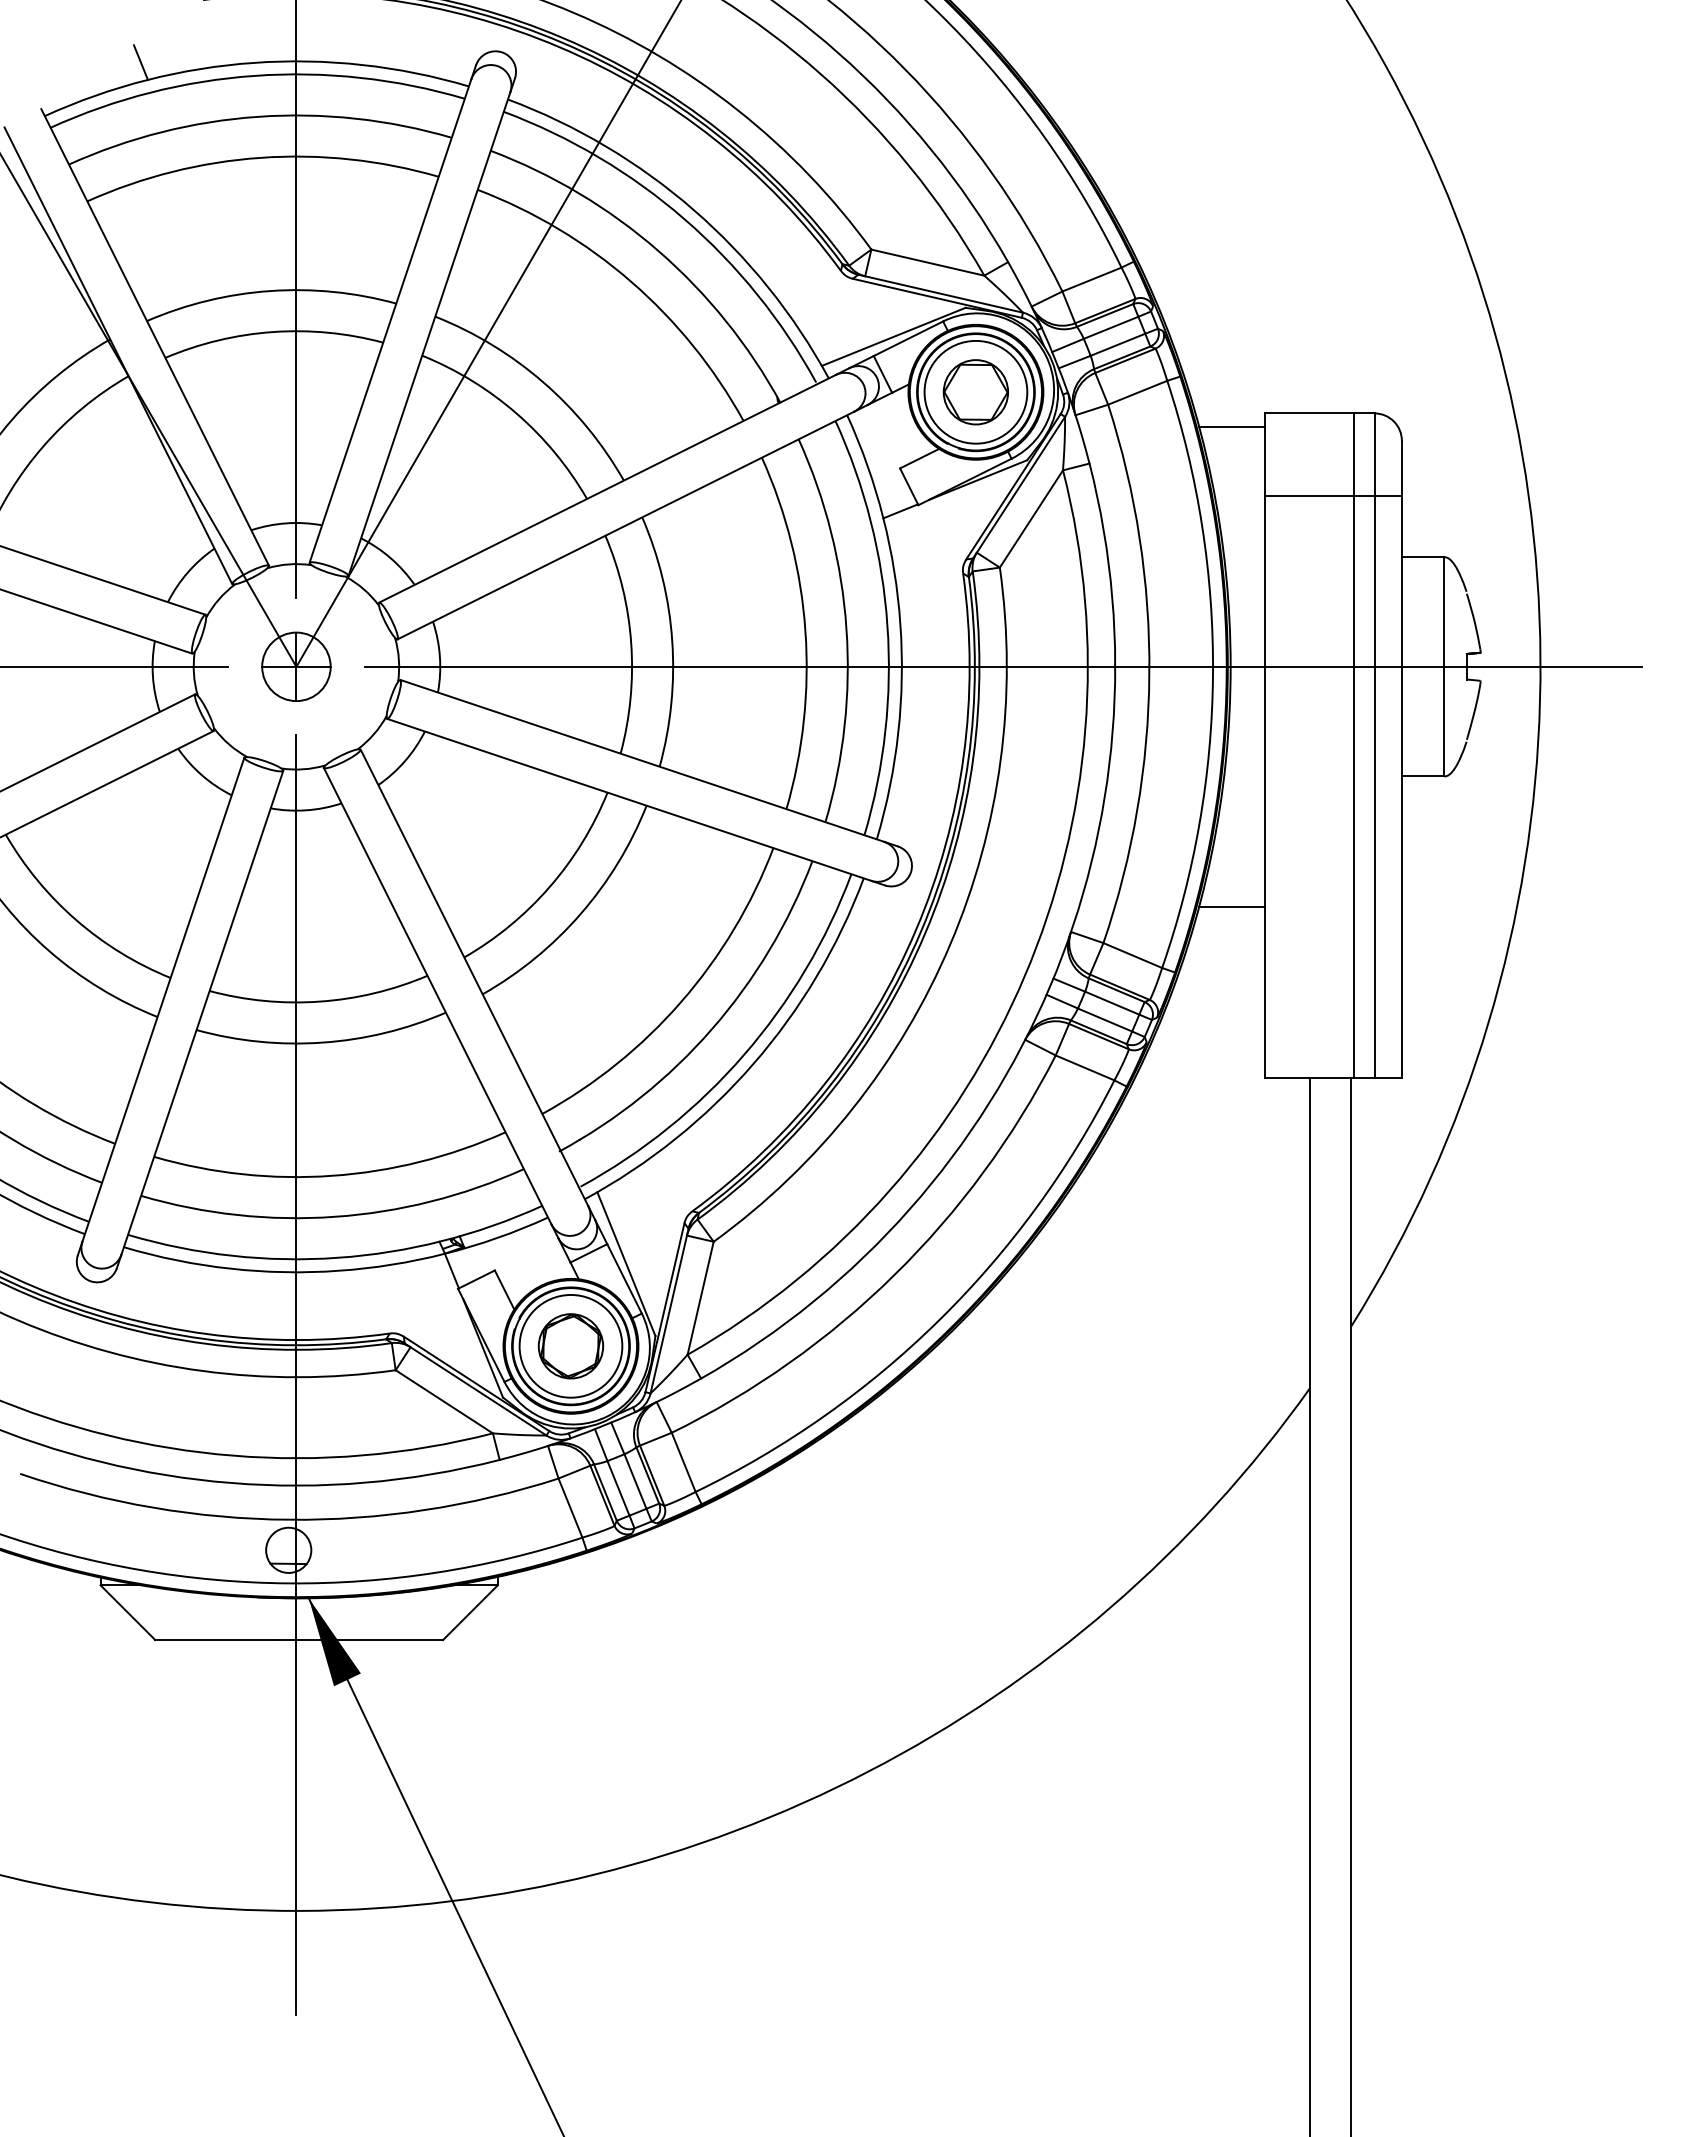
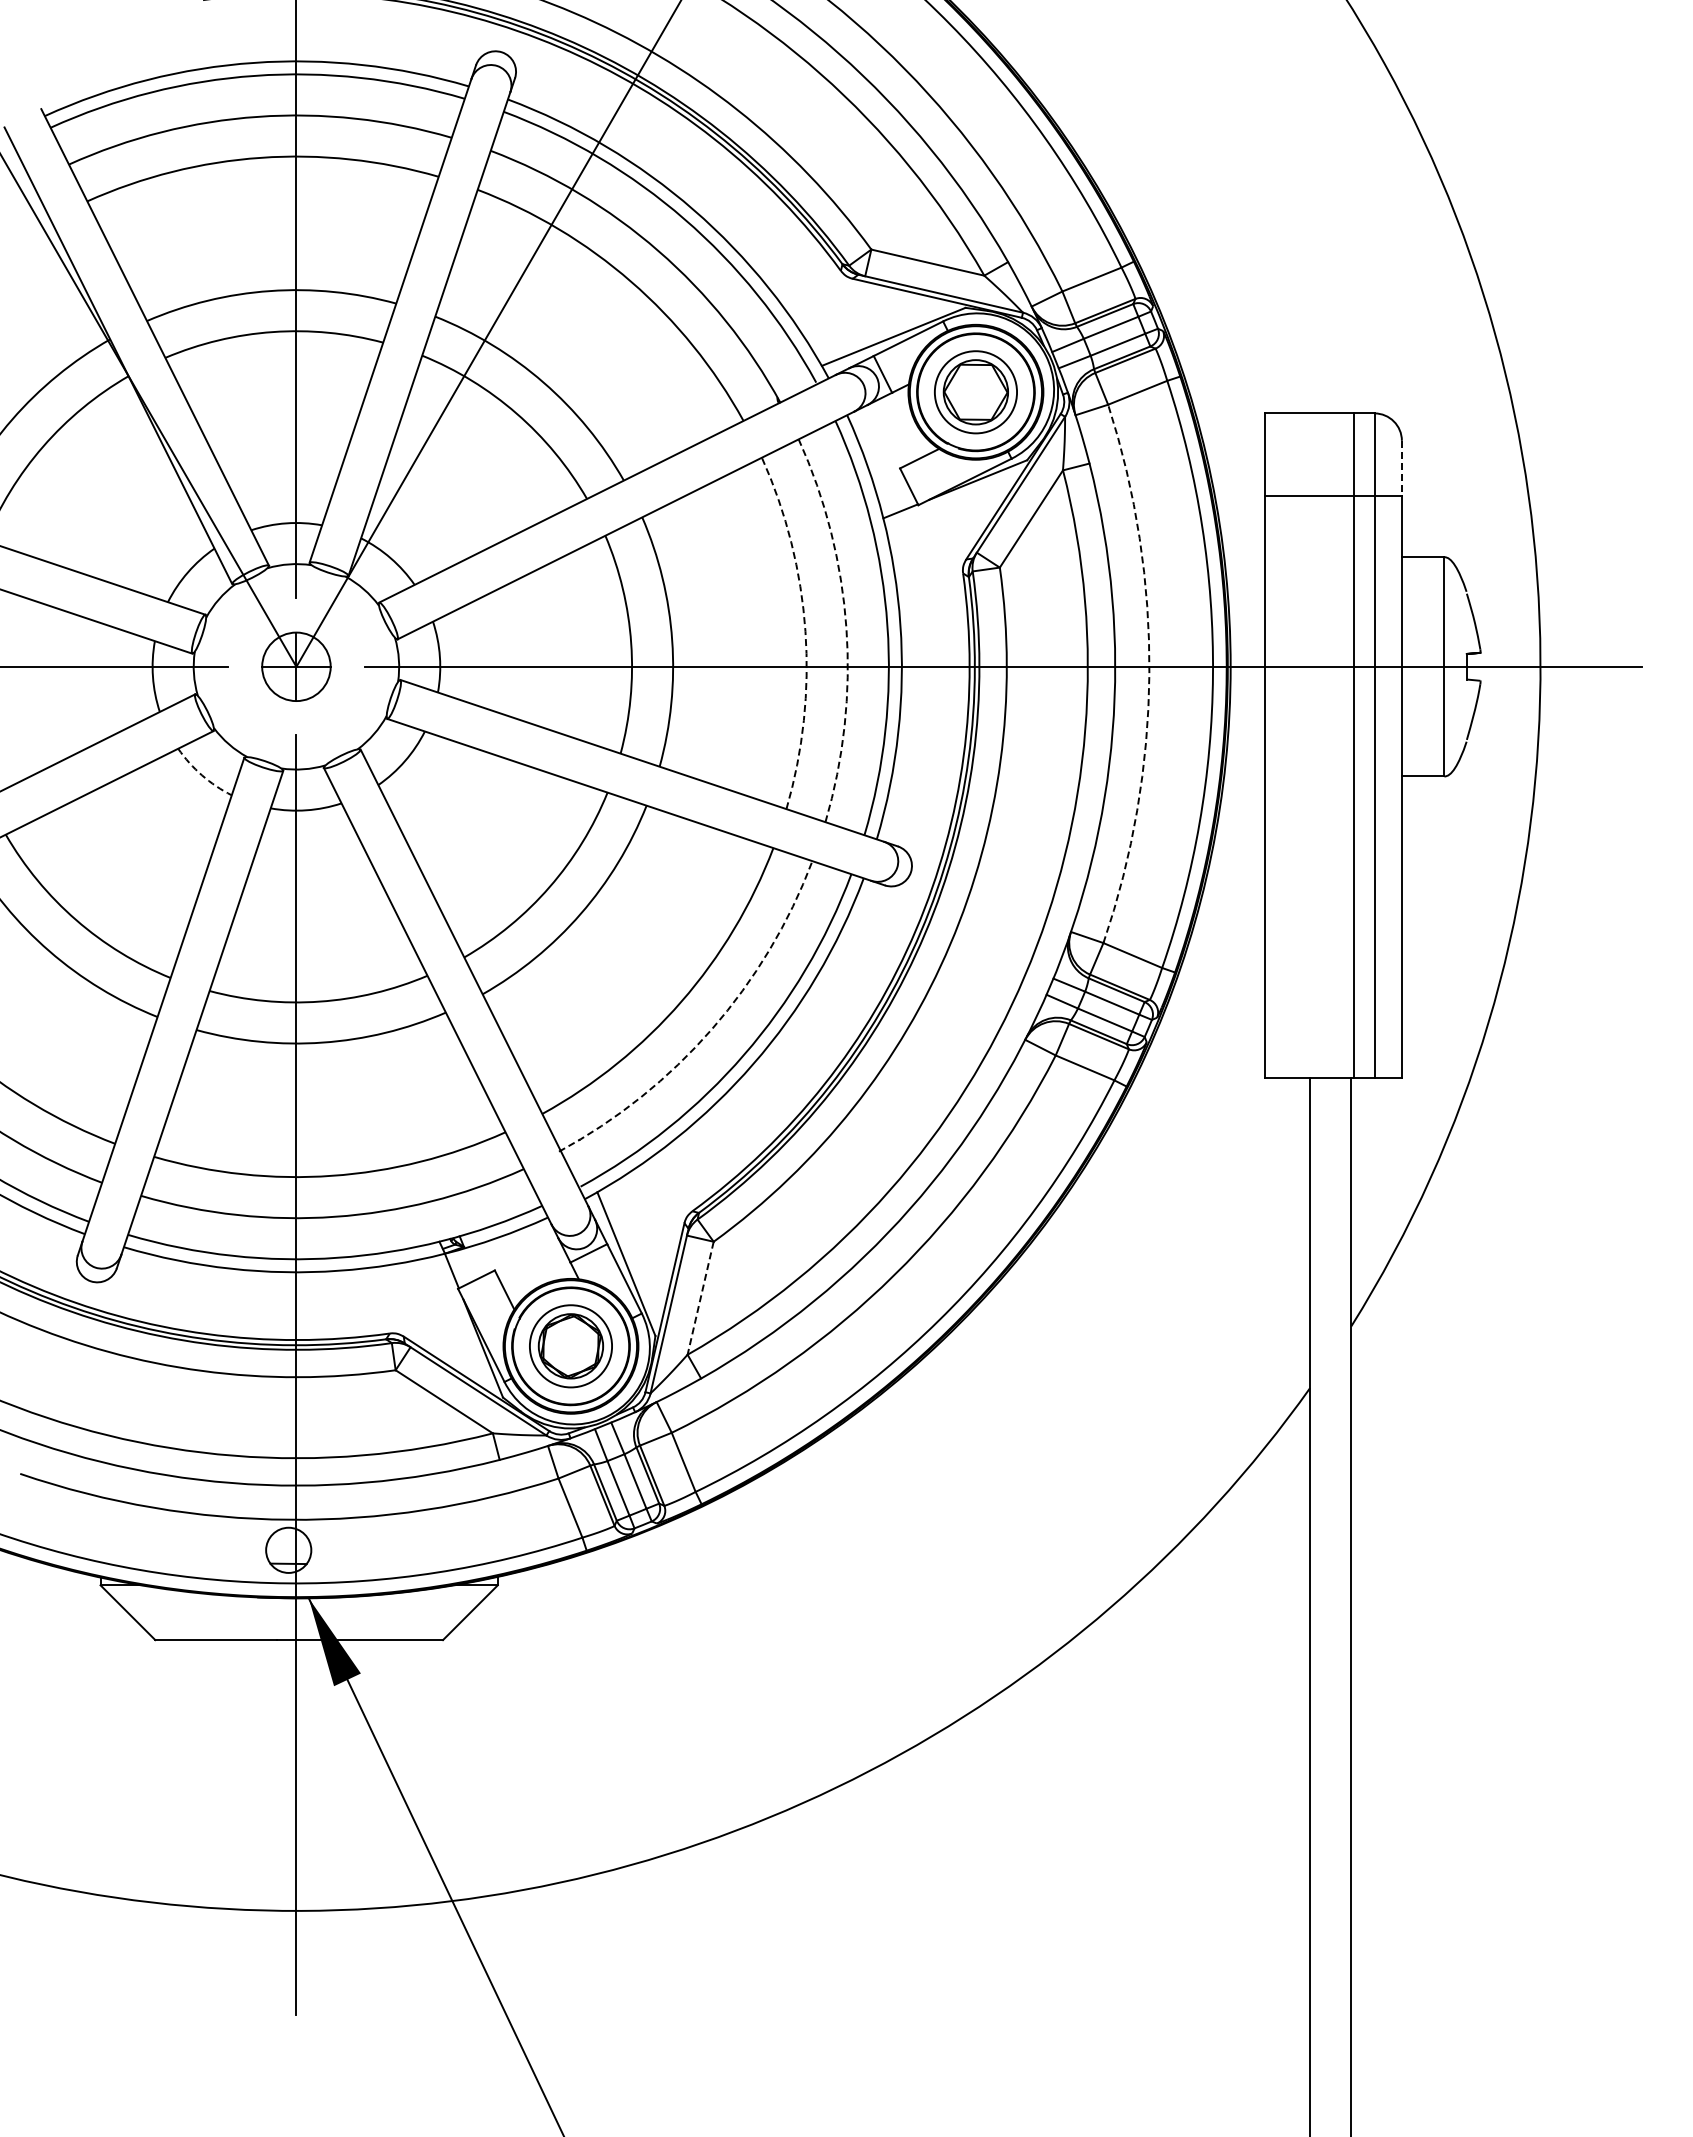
line at (140, 62): present -> none
circle at (975, 391) diameter: 103 px -> 82 px
line at (1231, 427): present -> none
line at (1401, 468): solid -> dashed
arc at (846, 628): solid -> dashed
arc at (805, 631): solid -> dashed
arc at (1149, 674): solid -> dashed
arc at (202, 775): solid -> dashed
line at (1231, 906): present -> none
arc at (711, 1029): solid -> dashed
line at (700, 1298): solid -> dashed
circle at (570, 1345) diameter: 103 px -> 82 px
